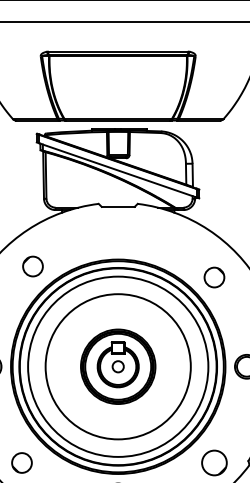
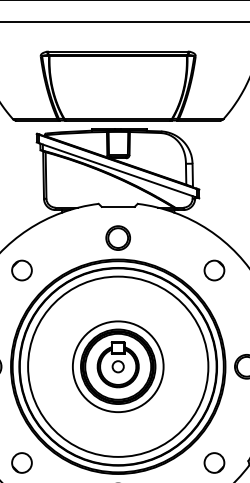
part at (117, 237): none -> present
part at (32, 266) position: (32, 266) -> (21, 270)
part at (214, 277) position: (214, 277) -> (214, 270)
circle at (117, 366) diameter: 145 px -> 91 px
part at (214, 462) size: 27x28 px -> 23x22 px
